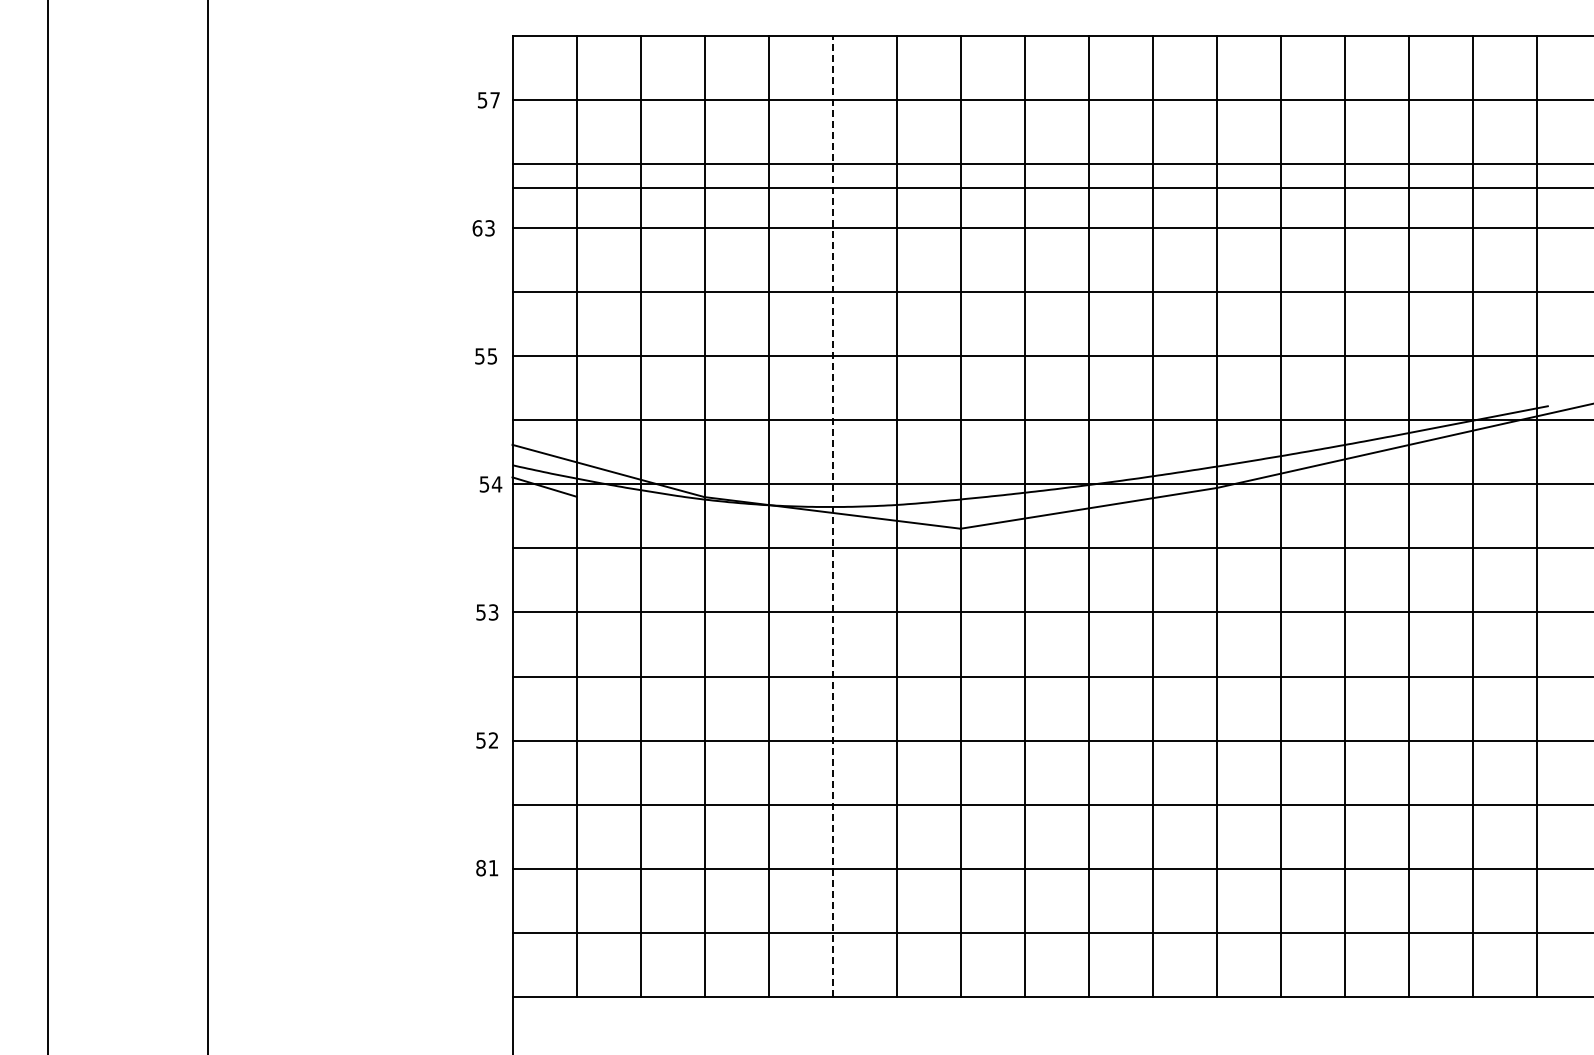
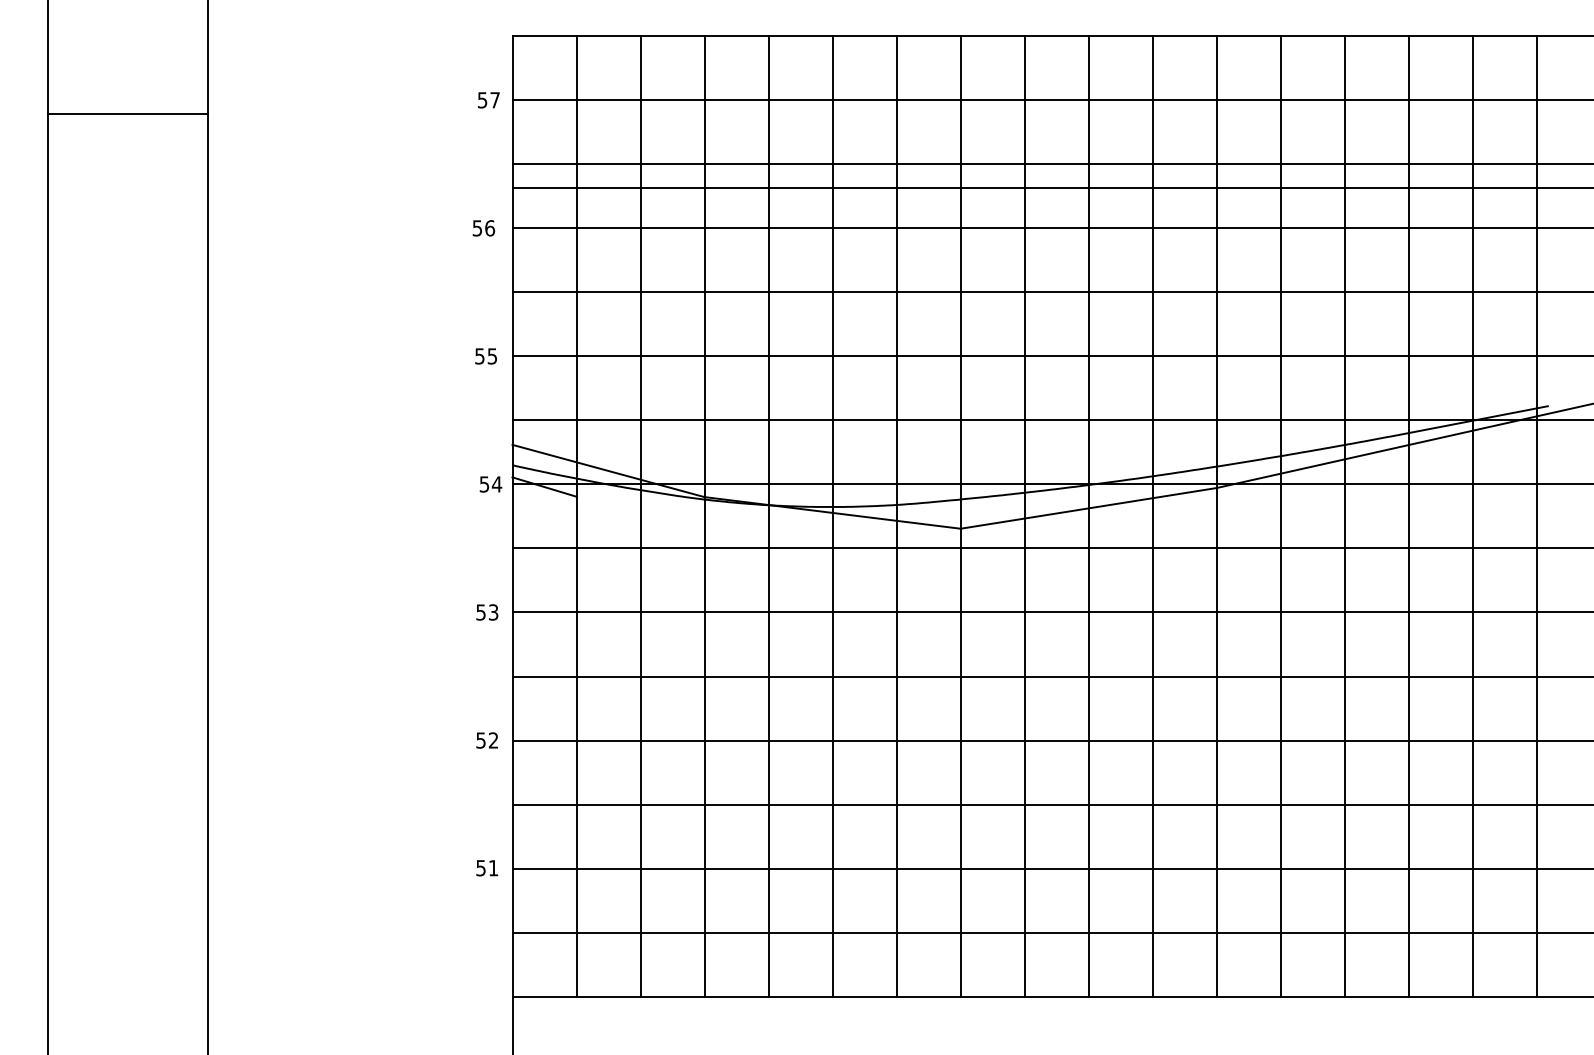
line at (127, 113): none -> present
text at (483, 228): 63 -> 56
line at (832, 515): dashed -> solid
text at (480, 868): 81 -> 51
